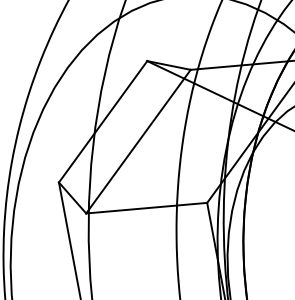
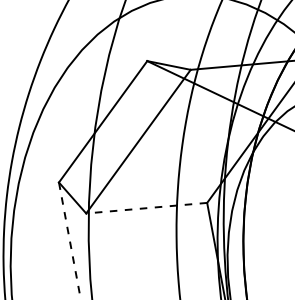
line at (146, 208): solid -> dashed
line at (69, 241): solid -> dashed
